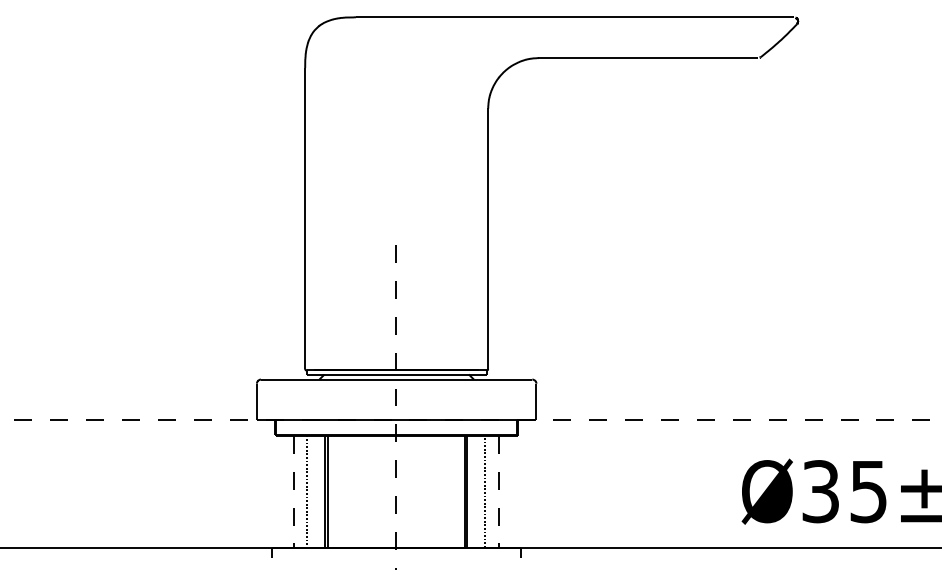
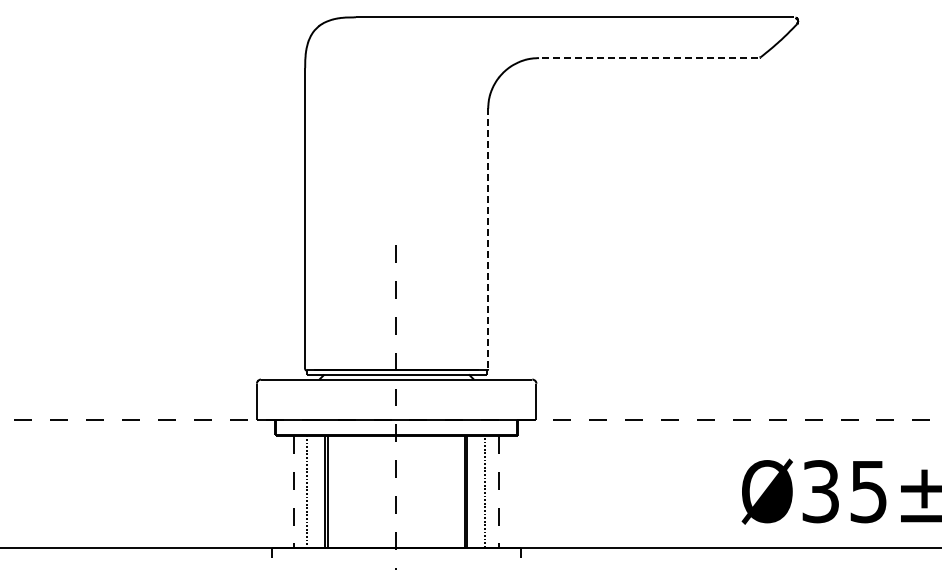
line at (648, 58): solid -> dashed
line at (488, 239): solid -> dashed
